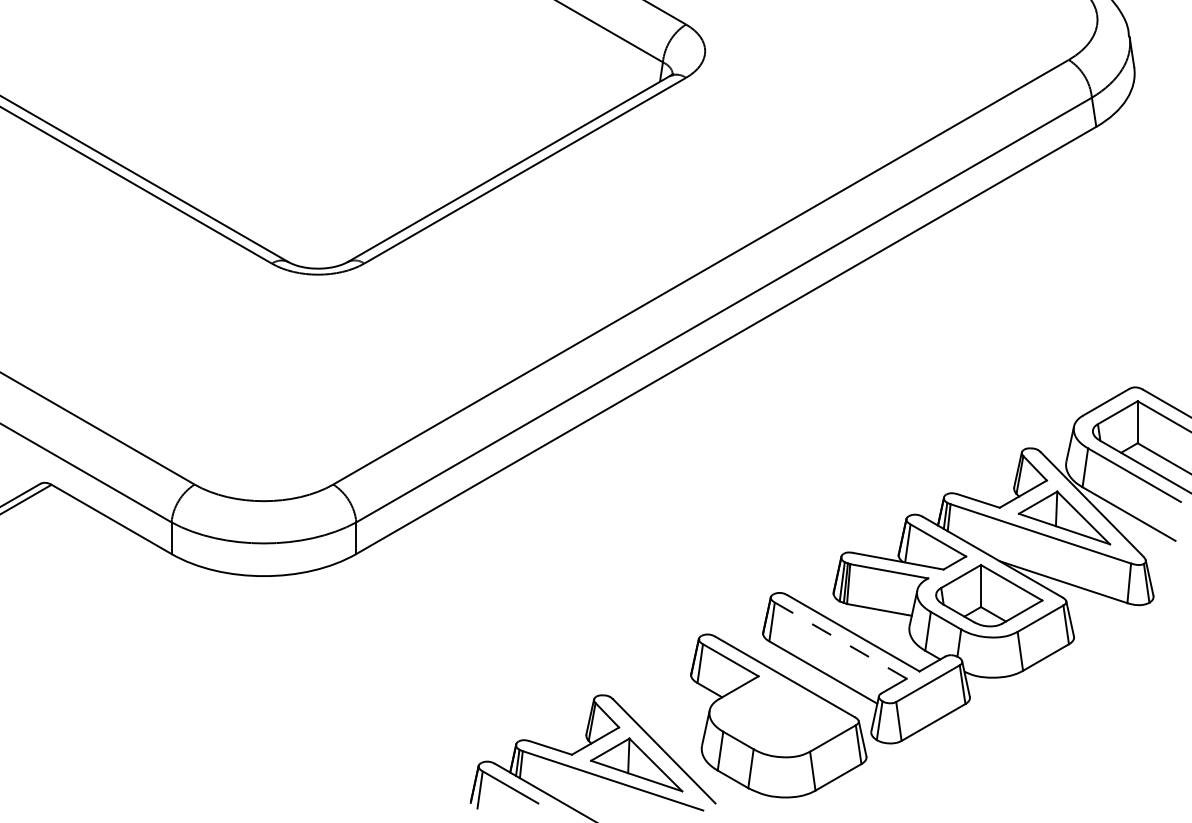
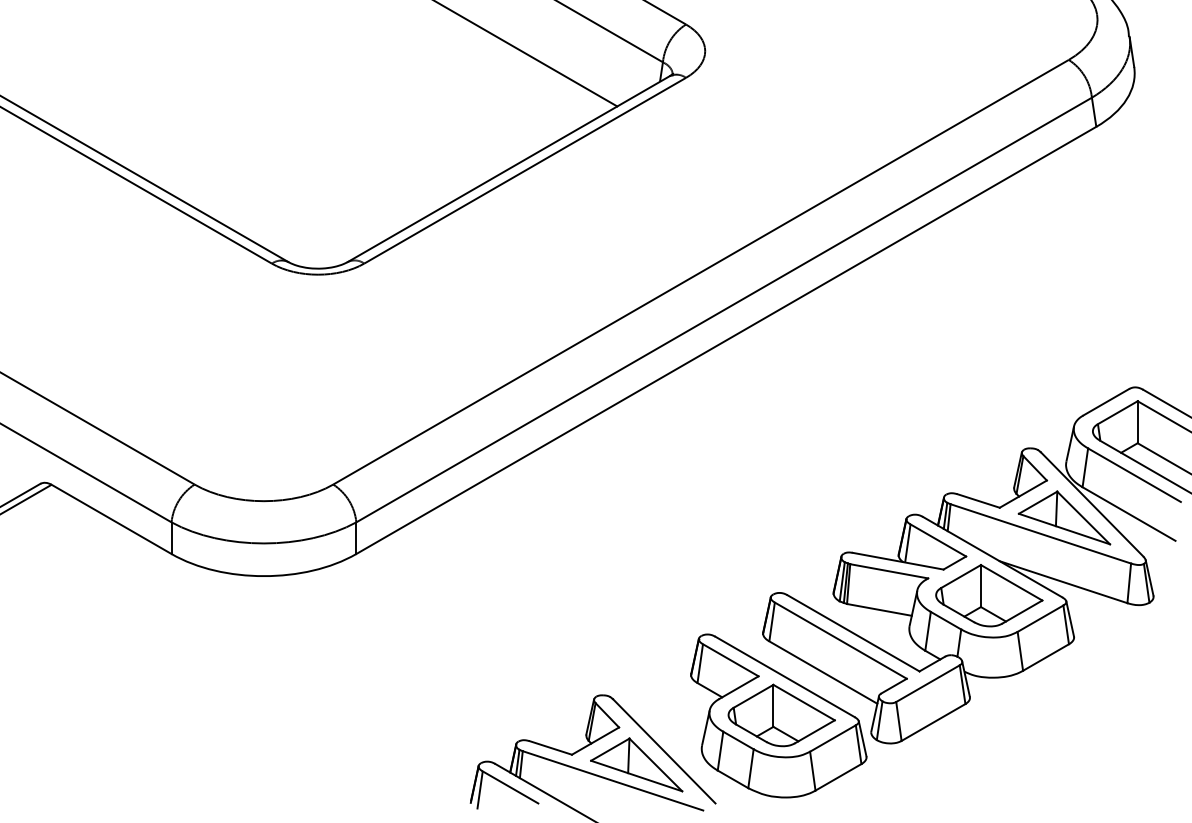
line at (527, 54): none -> present
line at (840, 640): dashed -> solid
part at (781, 715): none -> present
